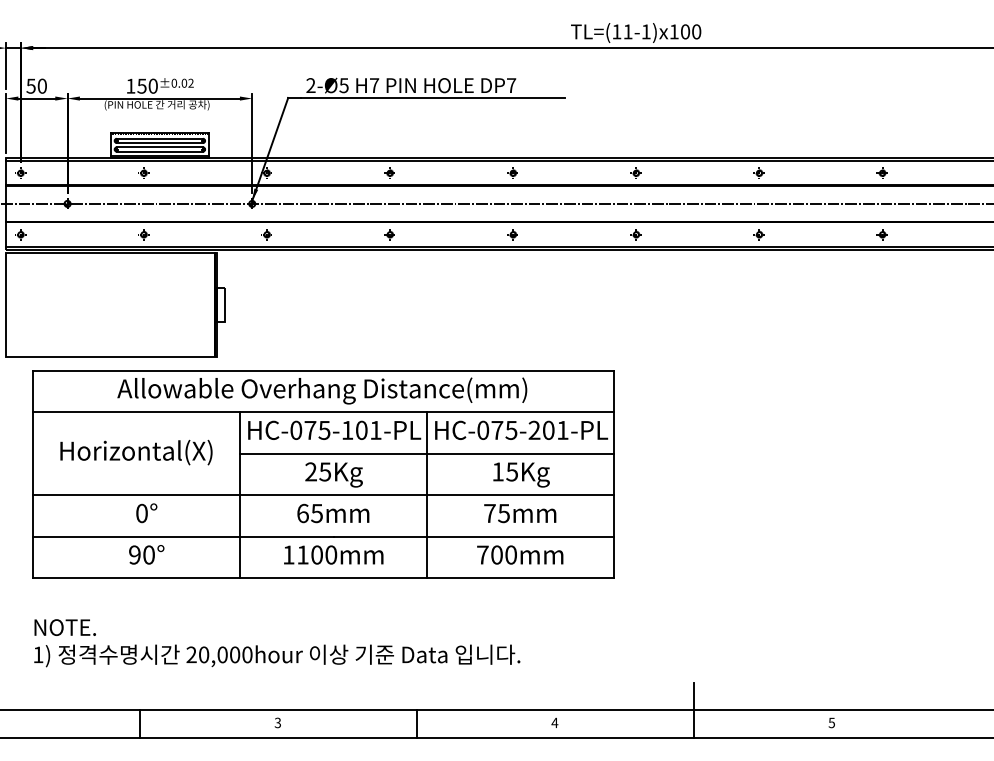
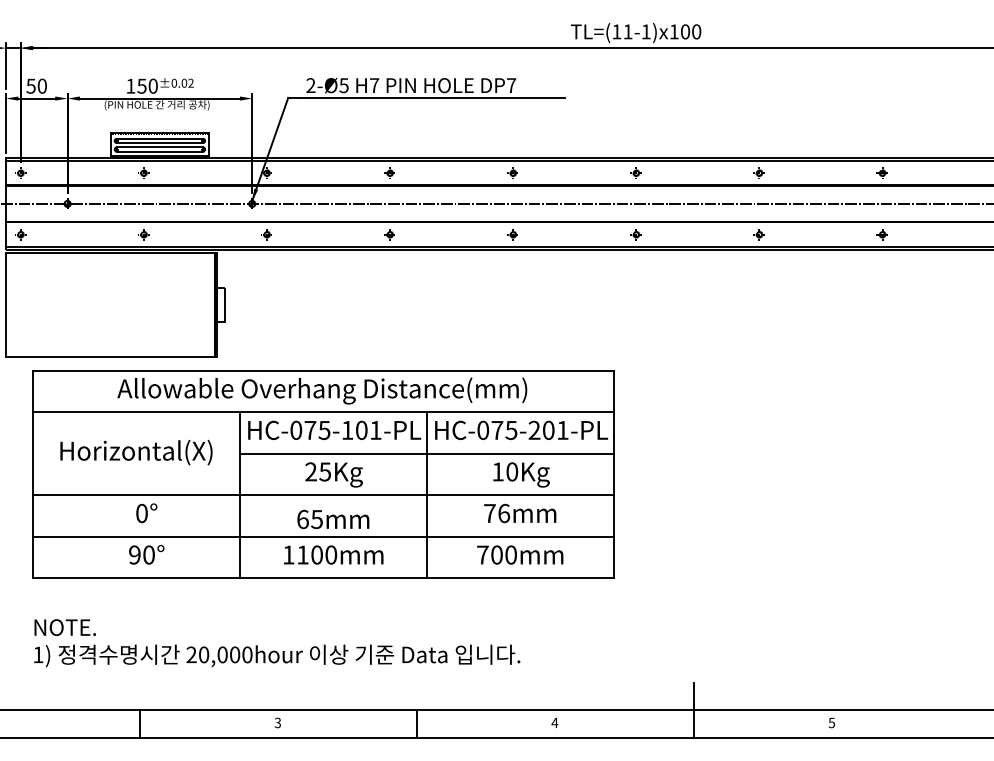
text at (512, 471): 15Kg -> 10Kg
text at (333, 513) position: (333, 513) -> (333, 519)
text at (504, 513): 75mm -> 76mm
